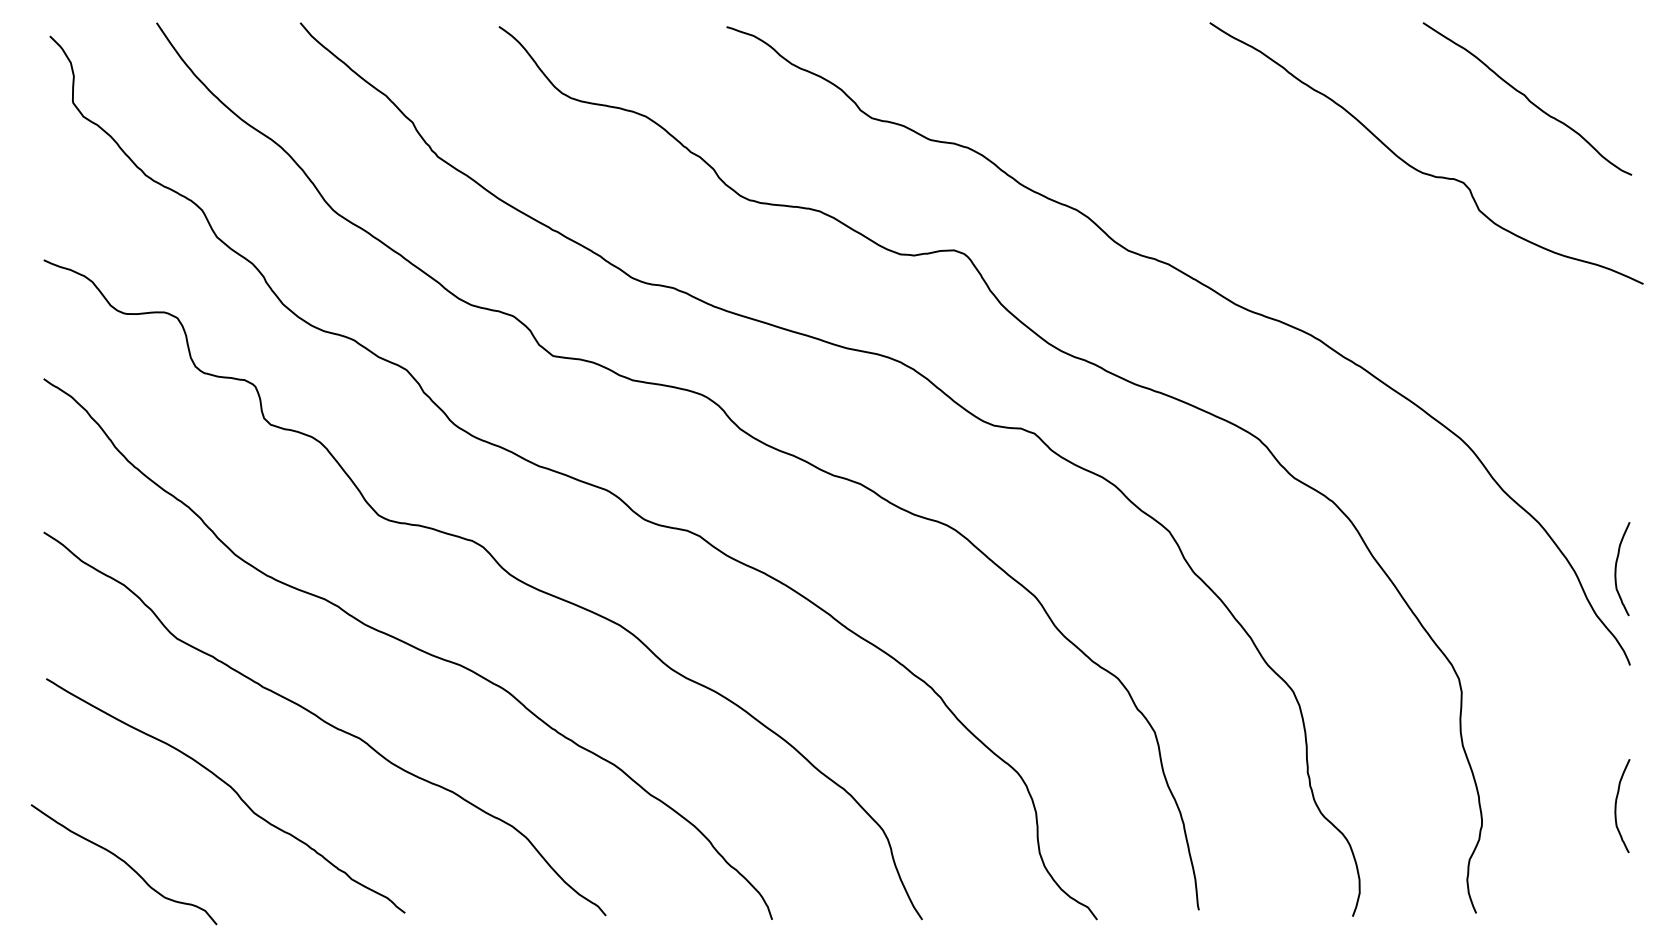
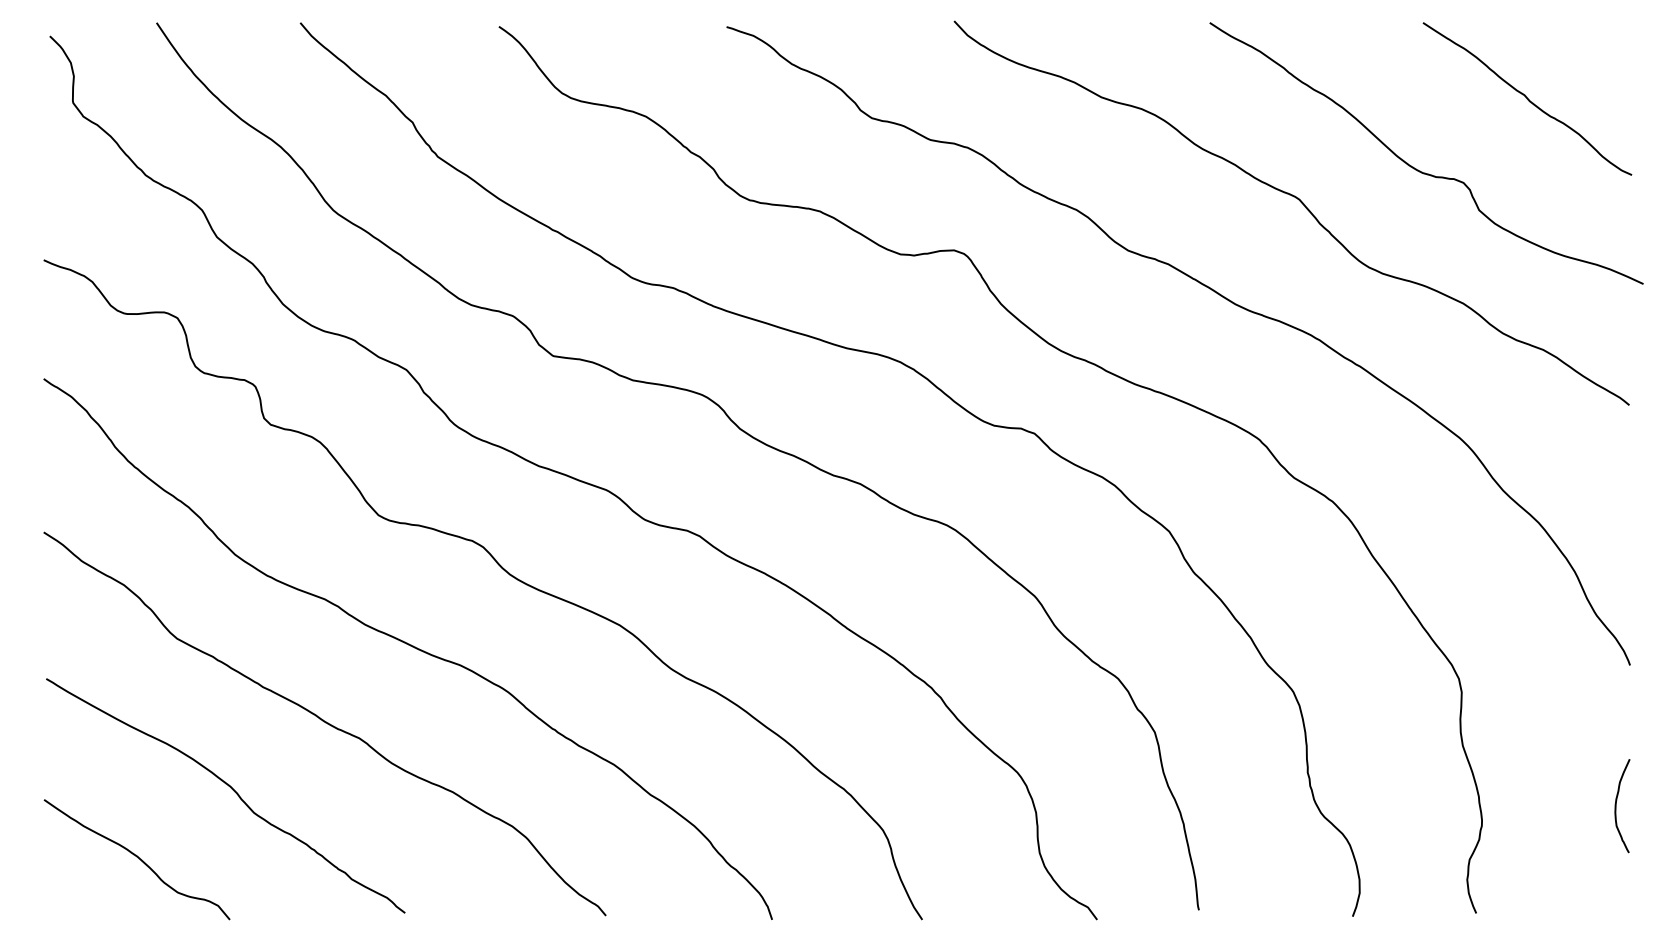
curve at (1300, 202): none -> present
curve at (1616, 569): present -> none
curve at (124, 863) position: (124, 863) -> (137, 858)
